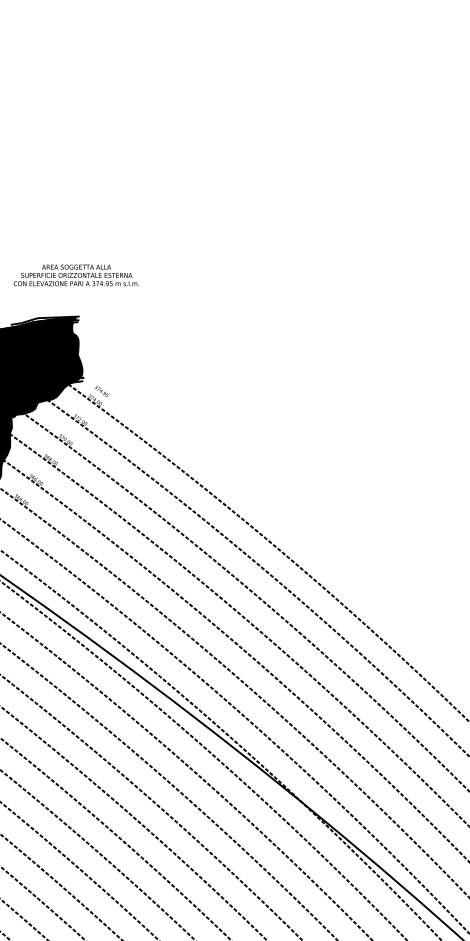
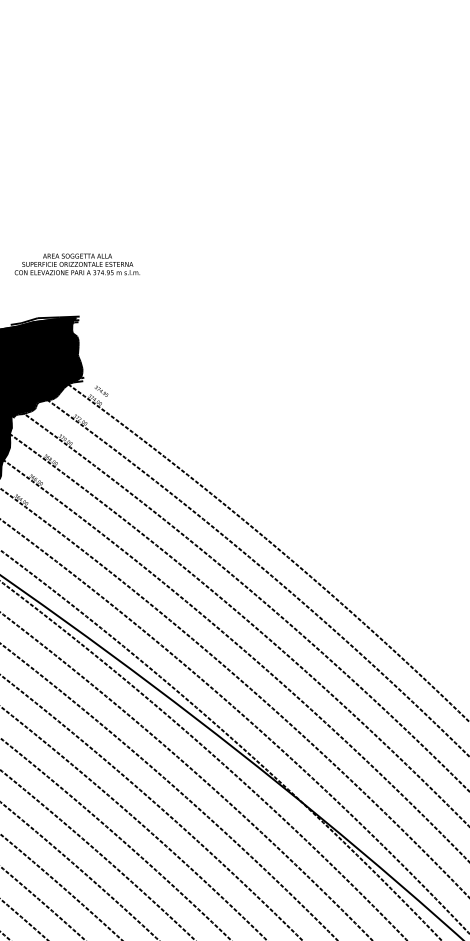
text at (75, 275) position: (75, 275) -> (76, 264)
